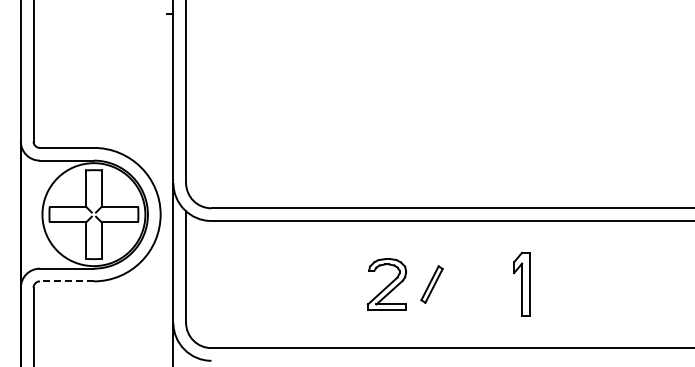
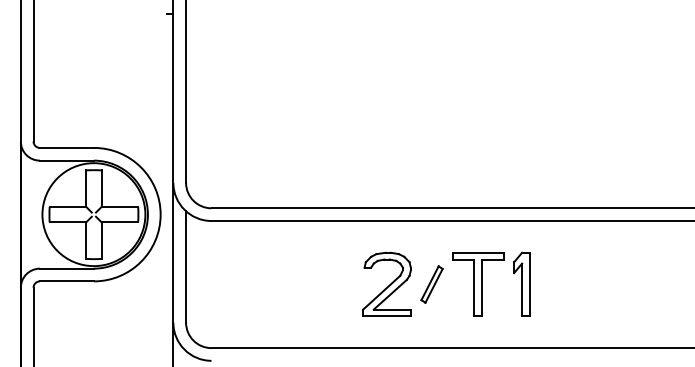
line at (66, 281): dashed -> solid
part at (386, 284) size: 42x53 px -> 50x66 px
part at (478, 284): none -> present
